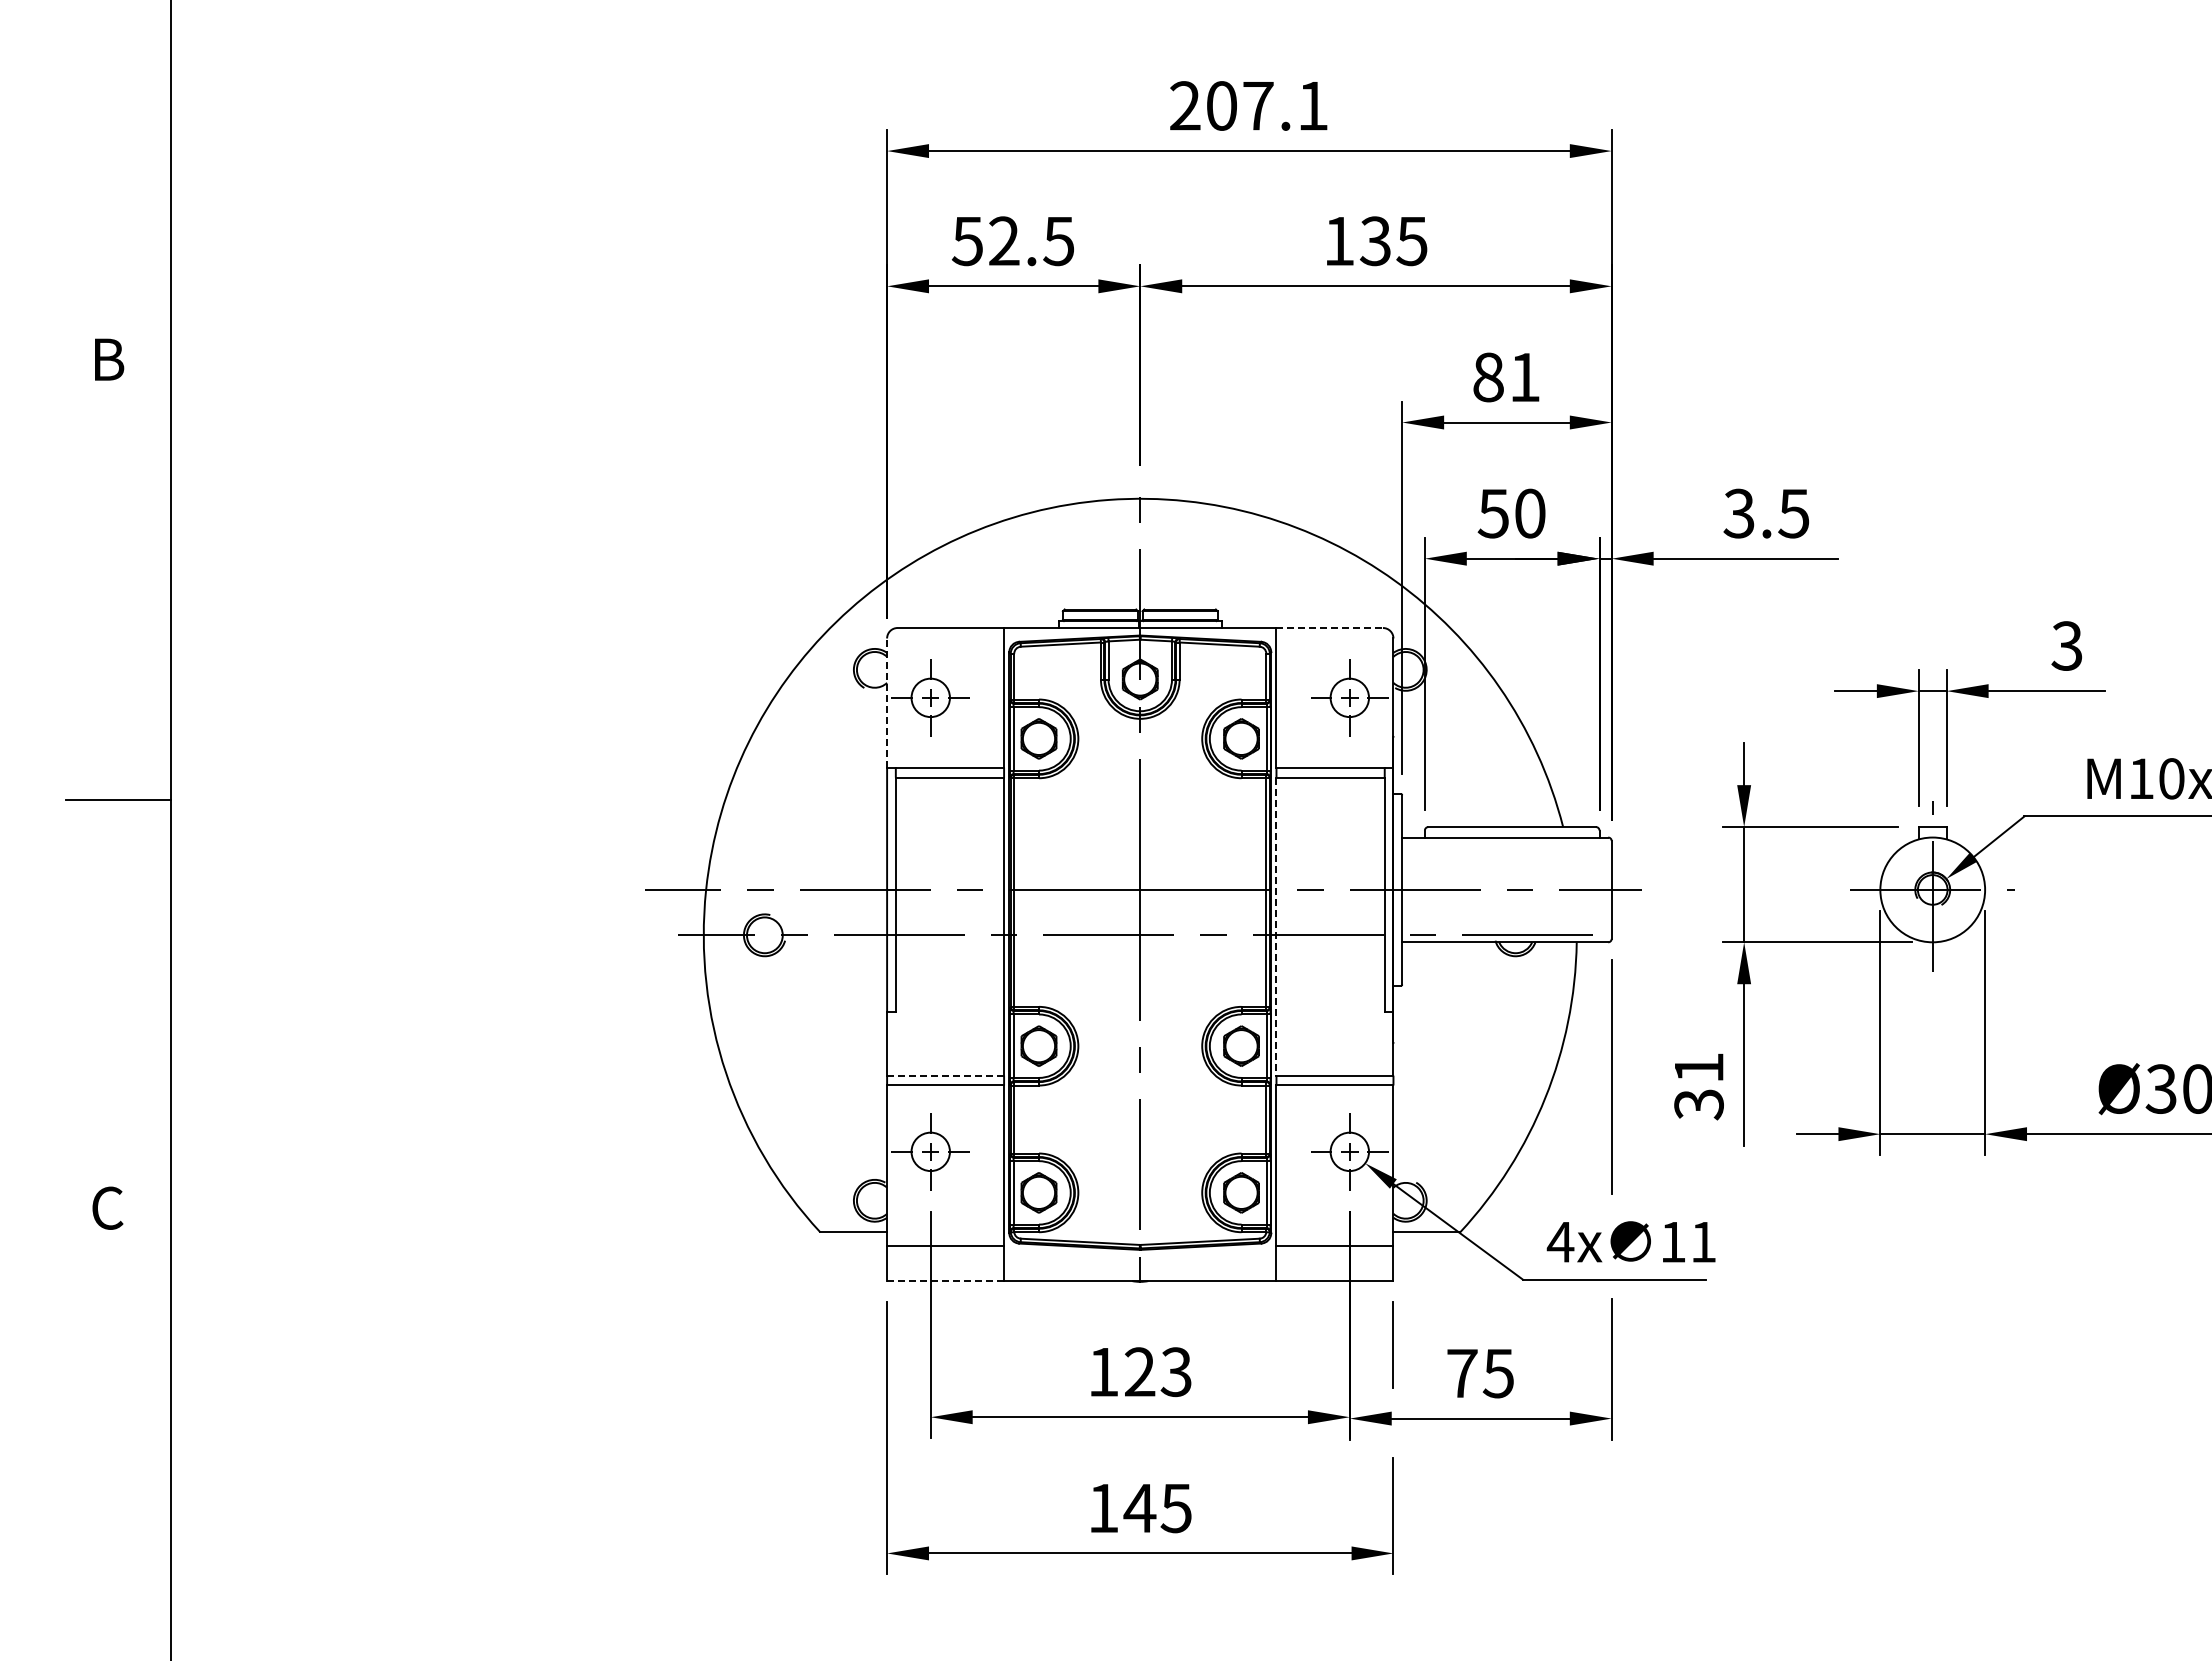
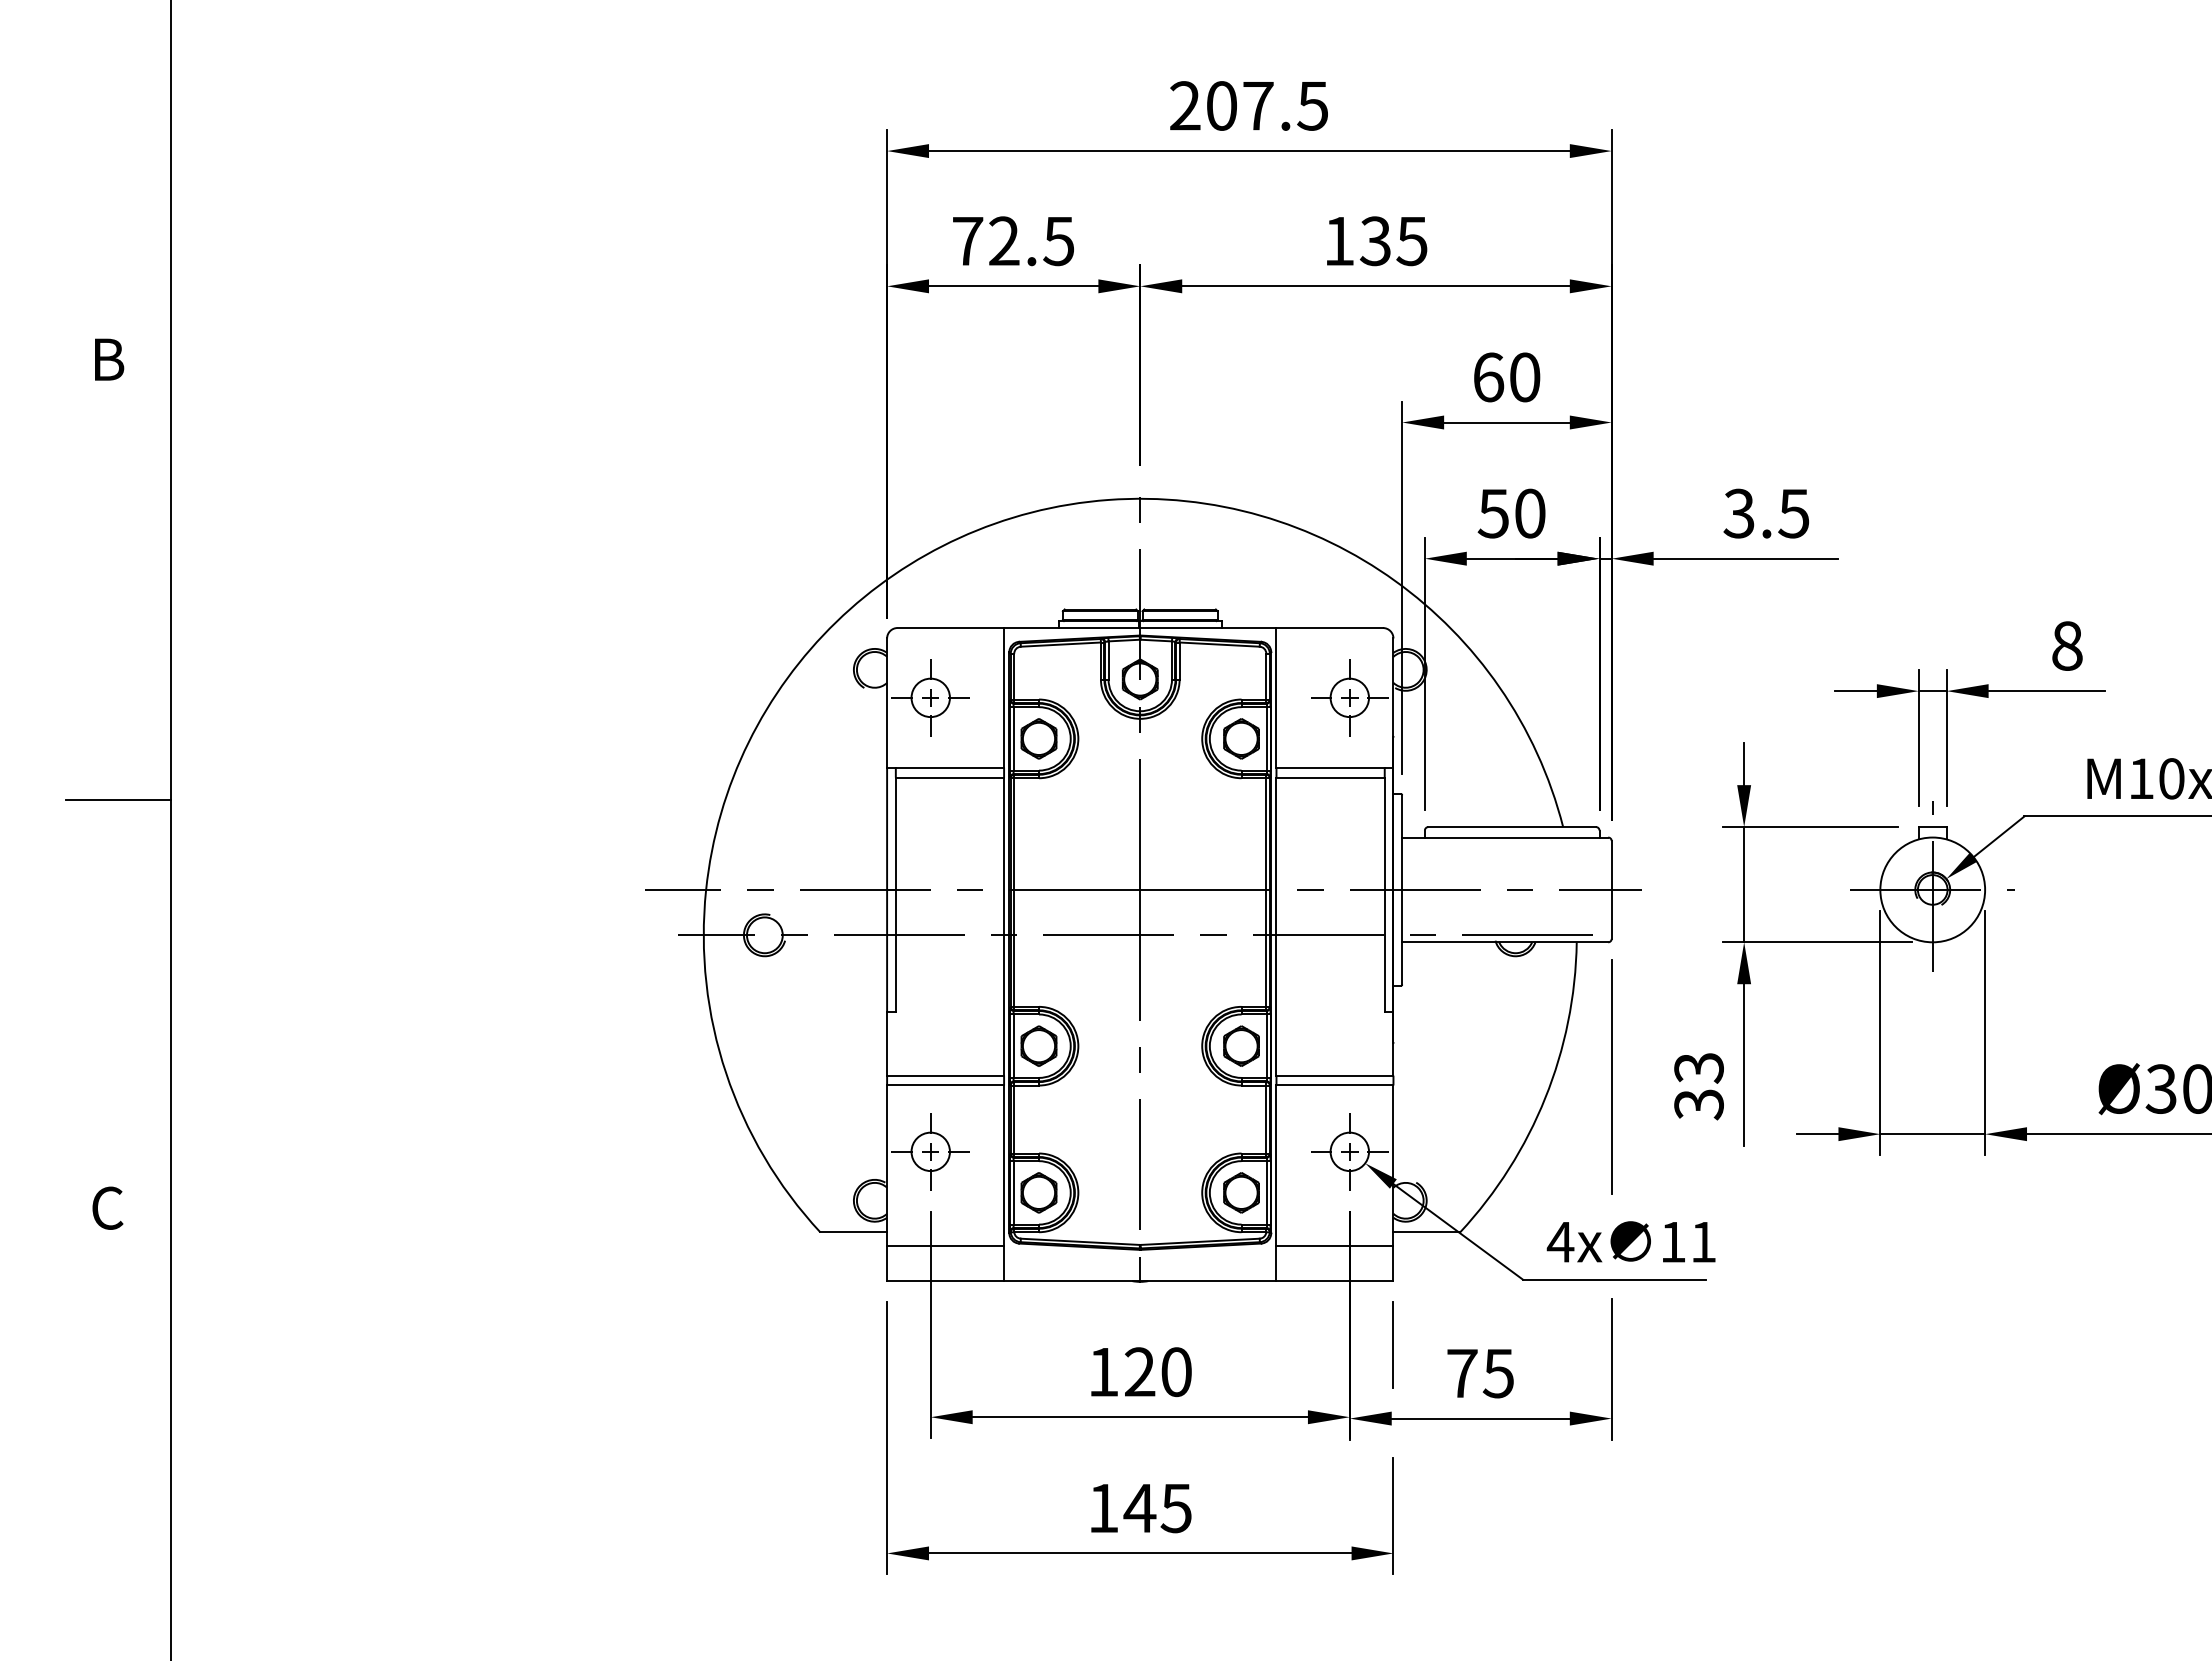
text at (1312, 106): 207.1 -> 207.5
text at (967, 241): 52.5 -> 72.5
text at (1506, 377): 81 -> 60
line at (1330, 628): dashed -> solid
text at (2066, 645): 3 -> 8
line at (887, 703): dashed -> solid
line at (1276, 927): dashed -> solid
text at (1698, 1068): 31 -> 33
line at (945, 1075): dashed -> solid
line at (945, 1281): dashed -> solid
text at (1175, 1371): 123 -> 120
